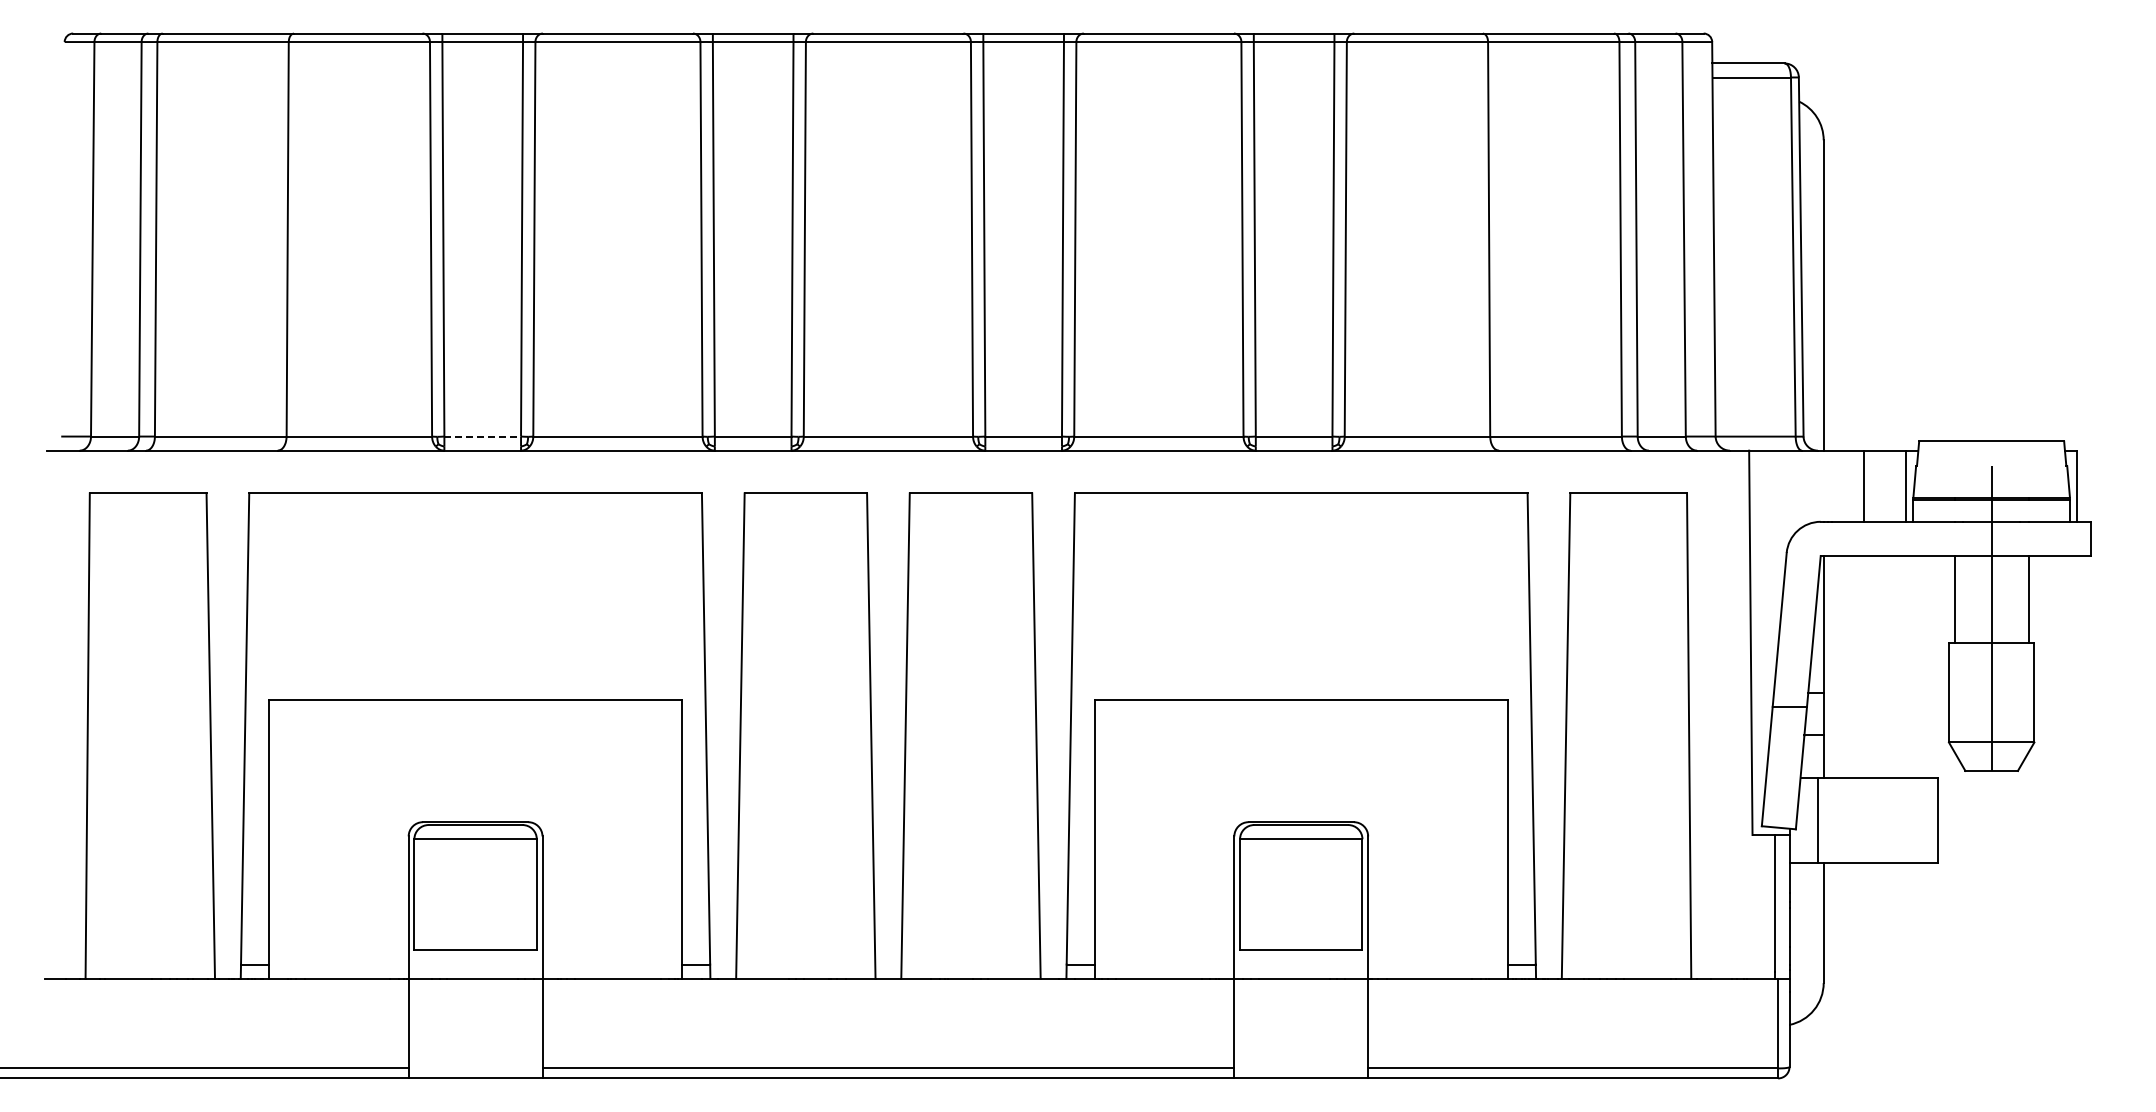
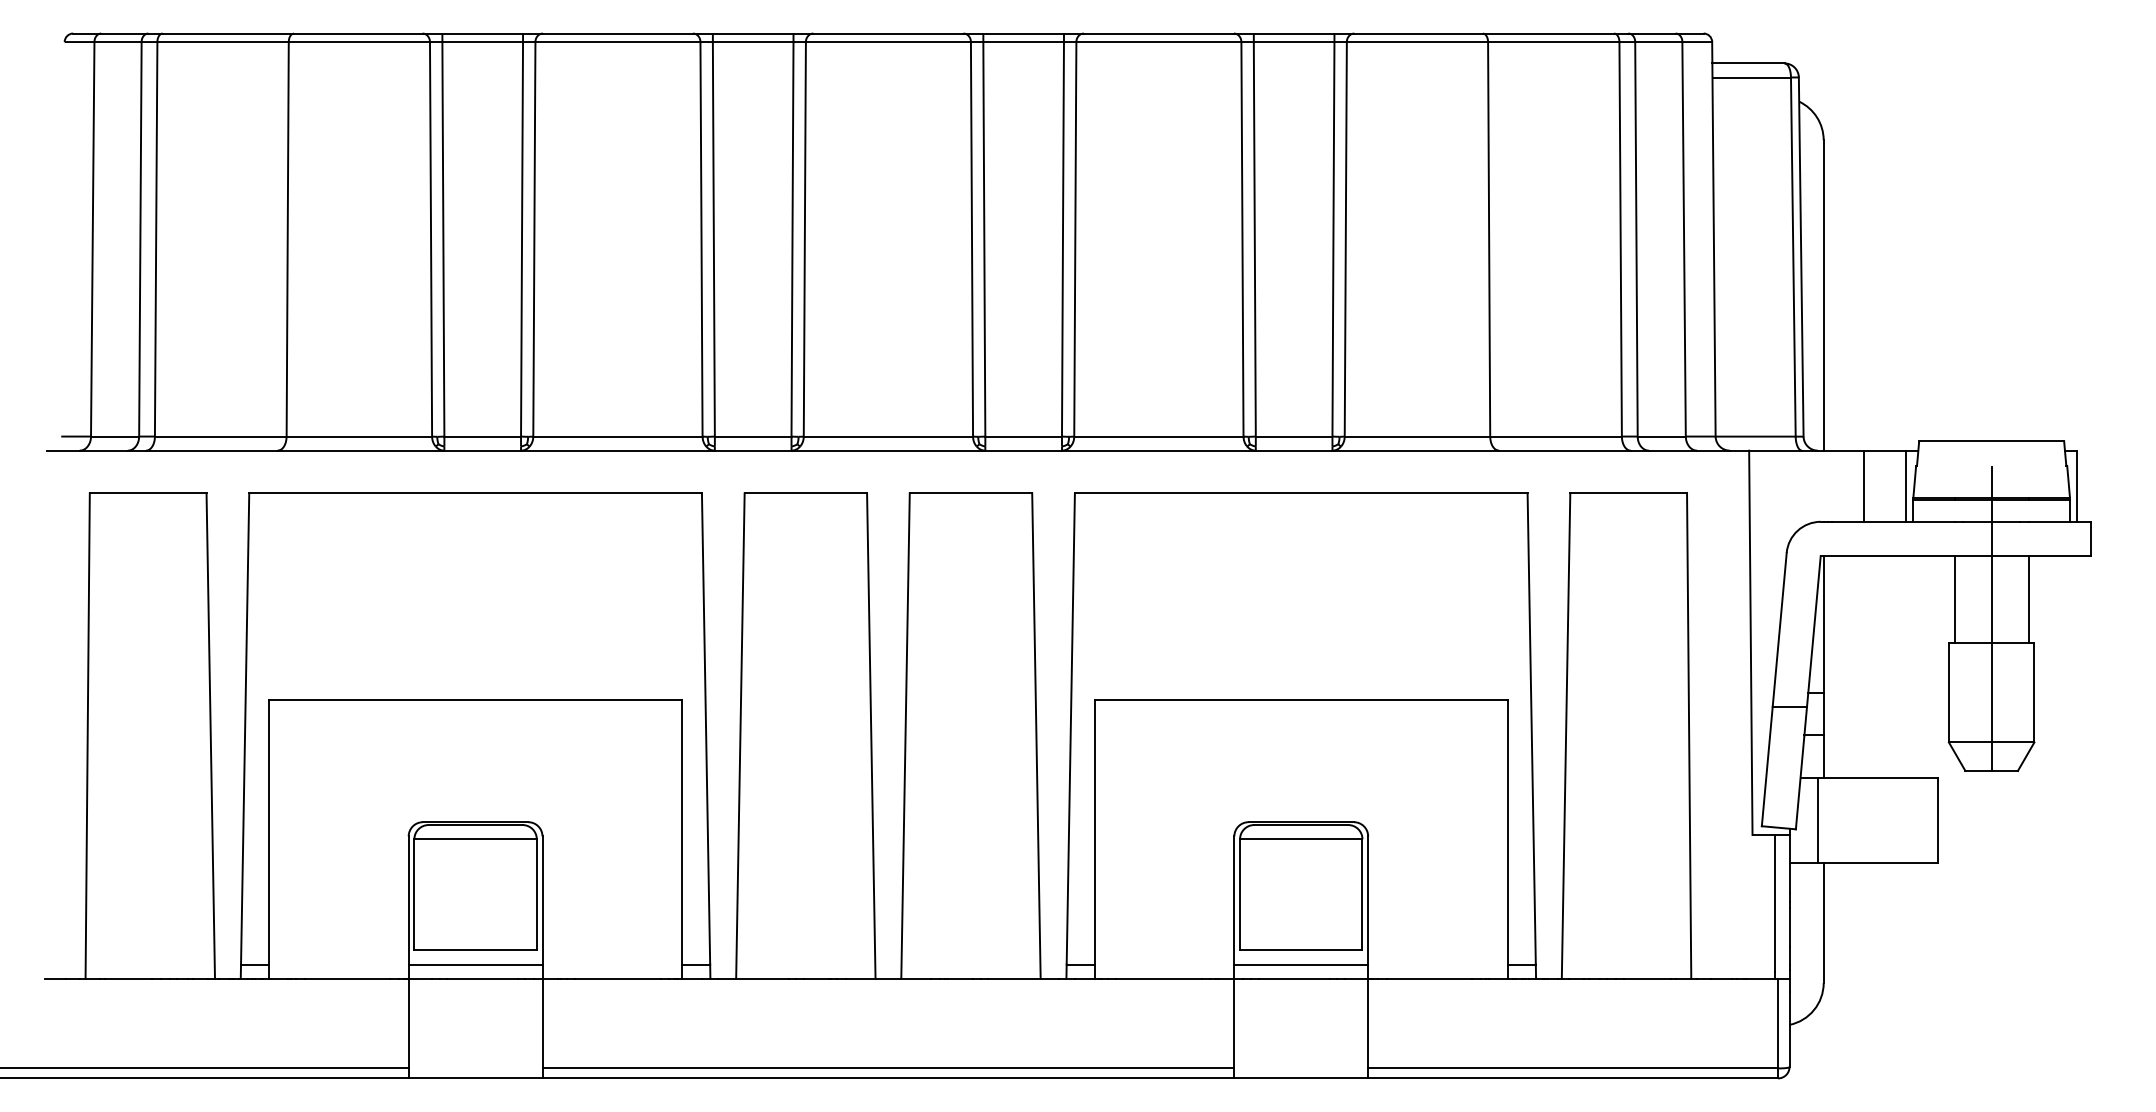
line at (483, 436): dashed -> solid
line at (475, 964): none -> present
line at (1301, 964): none -> present
